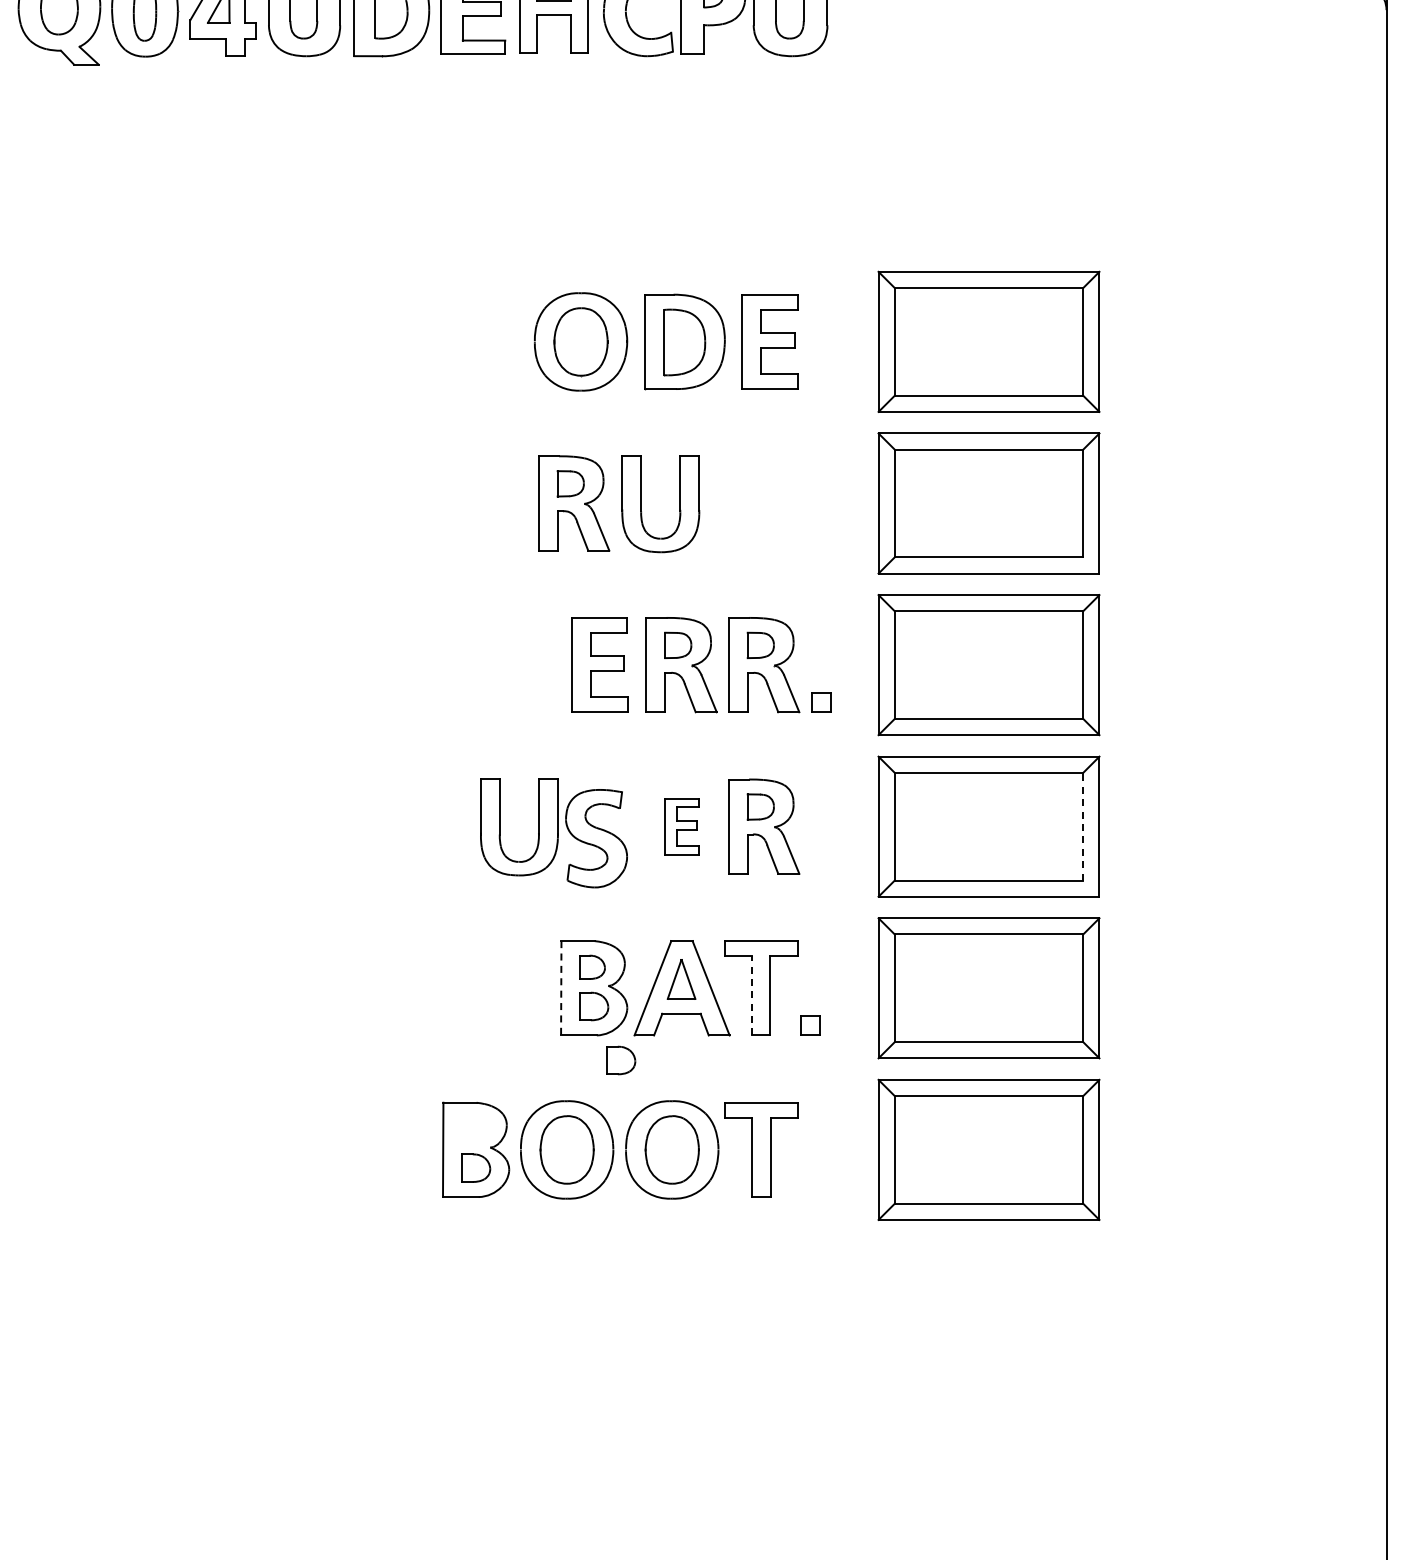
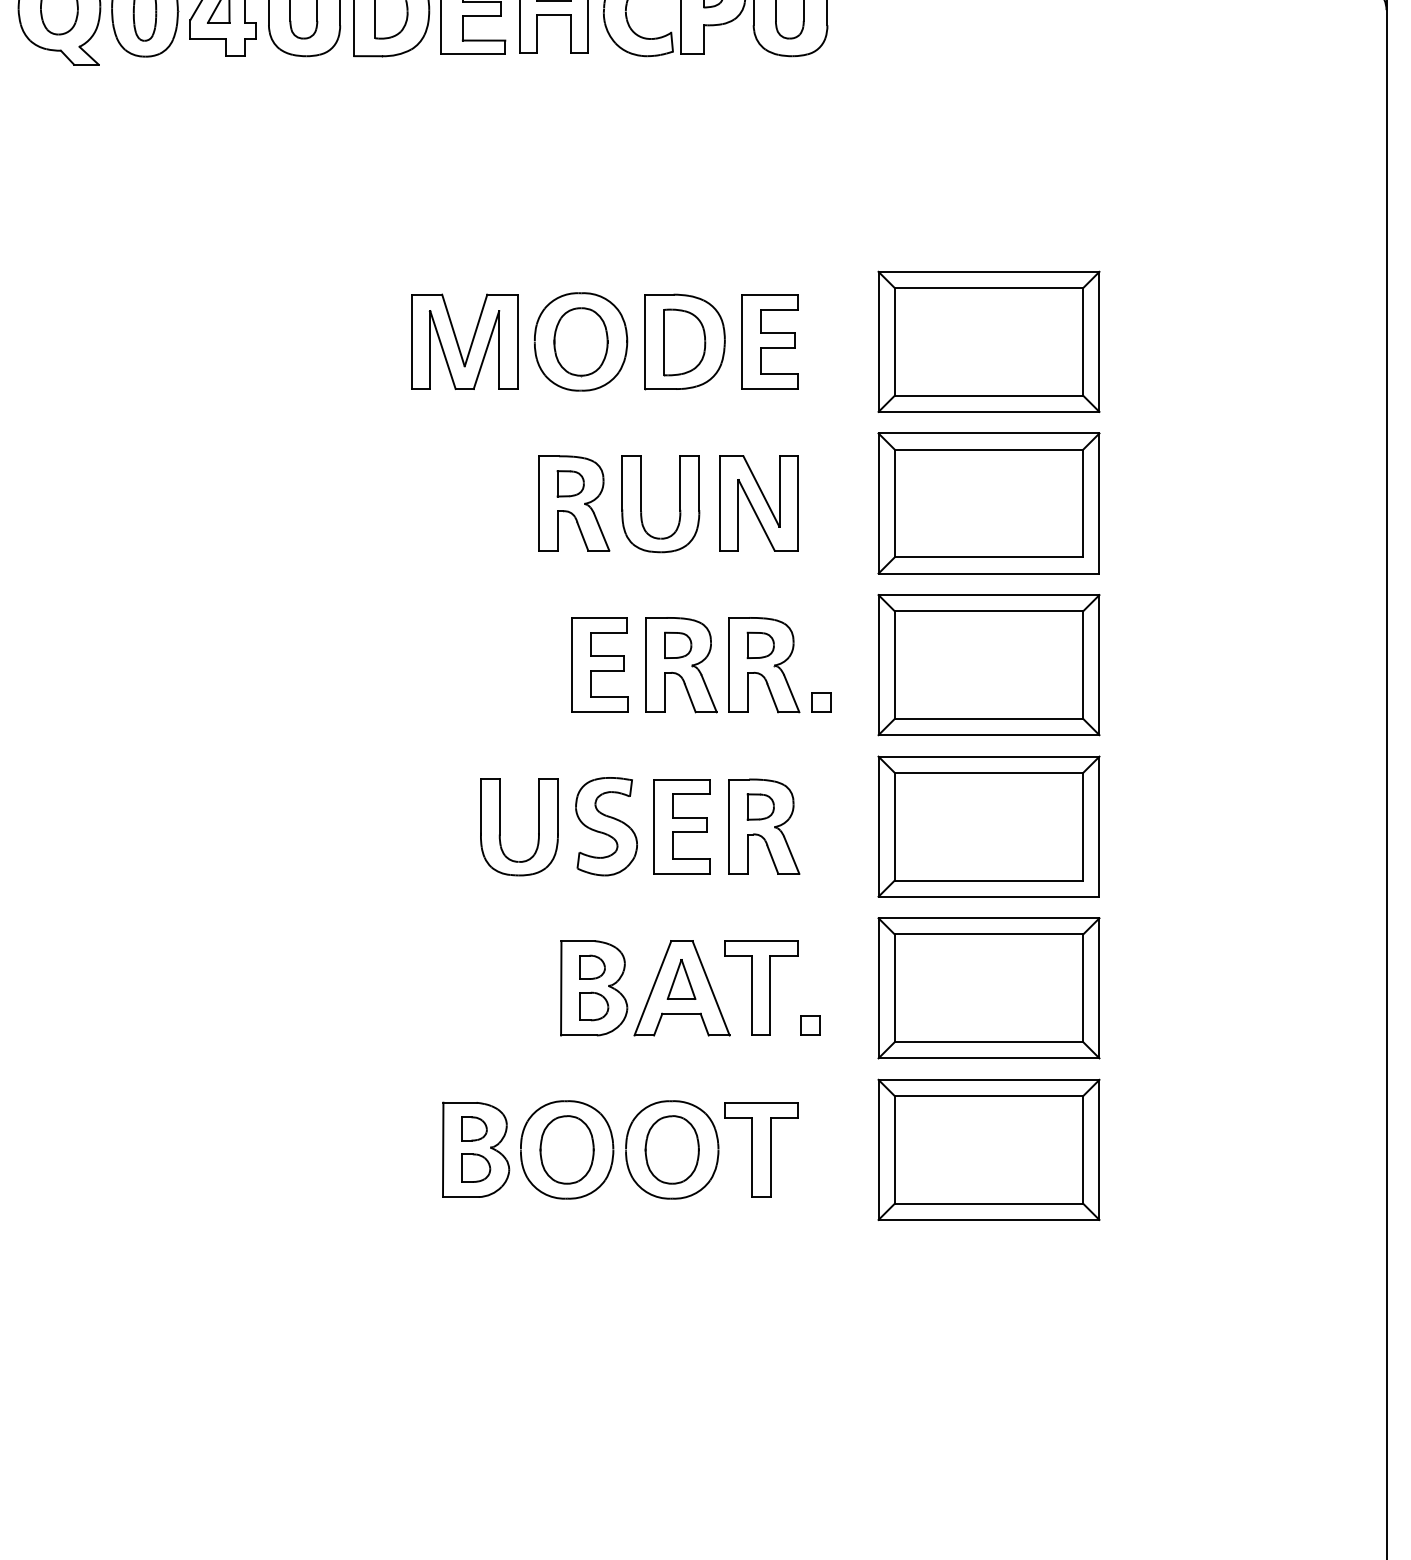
part at (458, 342): none -> present
part at (758, 503): none -> present
part at (681, 826) size: 36x58 px -> 58x96 px
line at (1083, 826): dashed -> solid
part at (596, 838) position: (596, 838) -> (606, 826)
line at (561, 988): dashed -> solid
line at (751, 995): dashed -> solid
part at (621, 1060): present -> none
part at (474, 1128): none -> present
